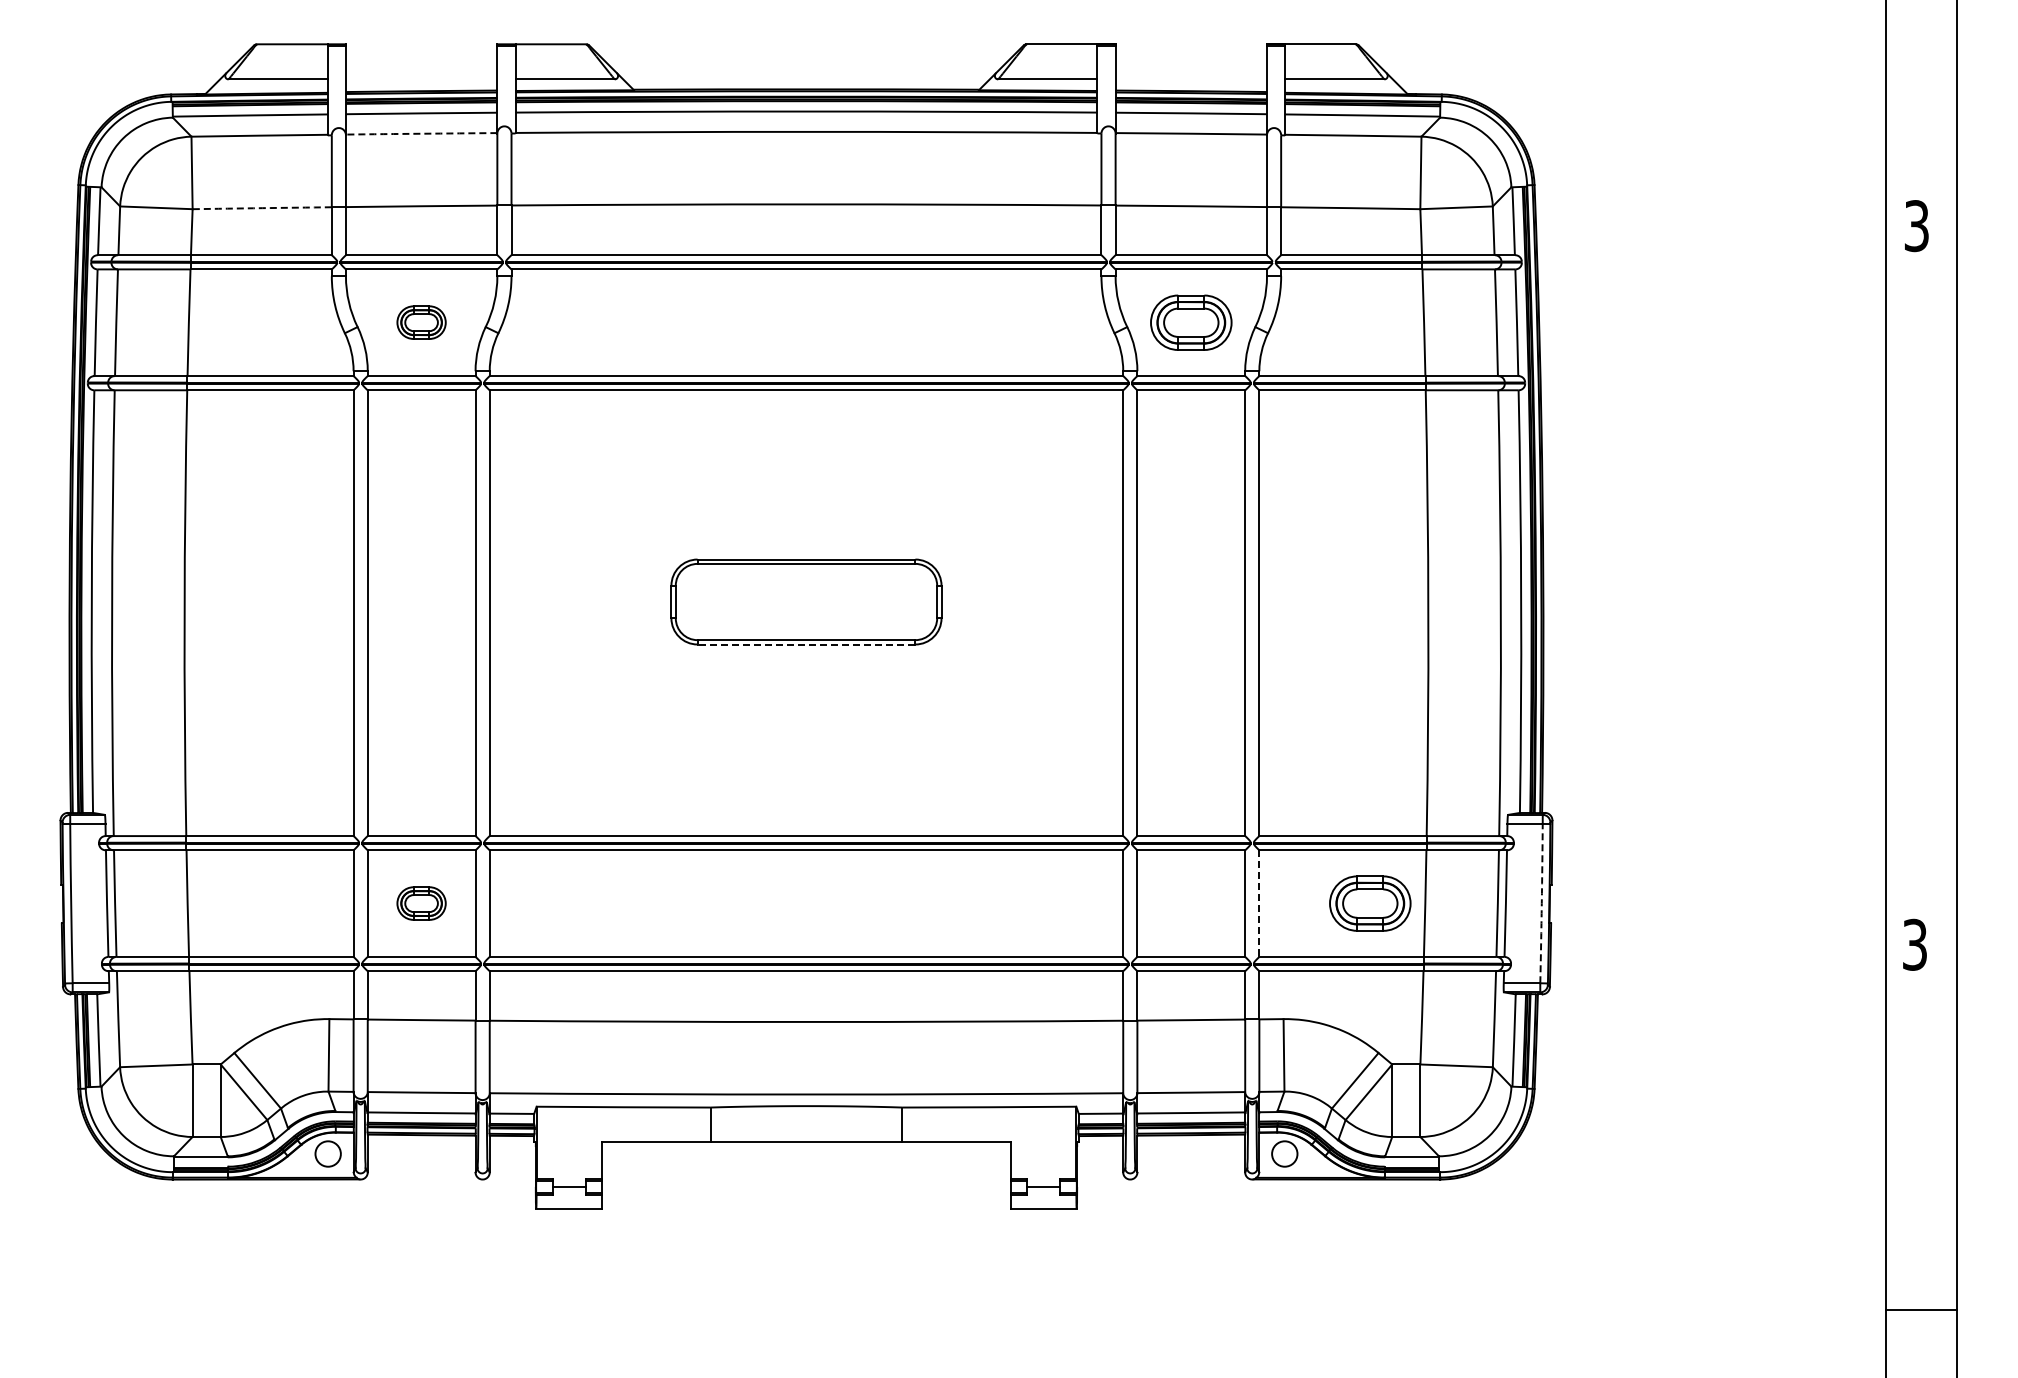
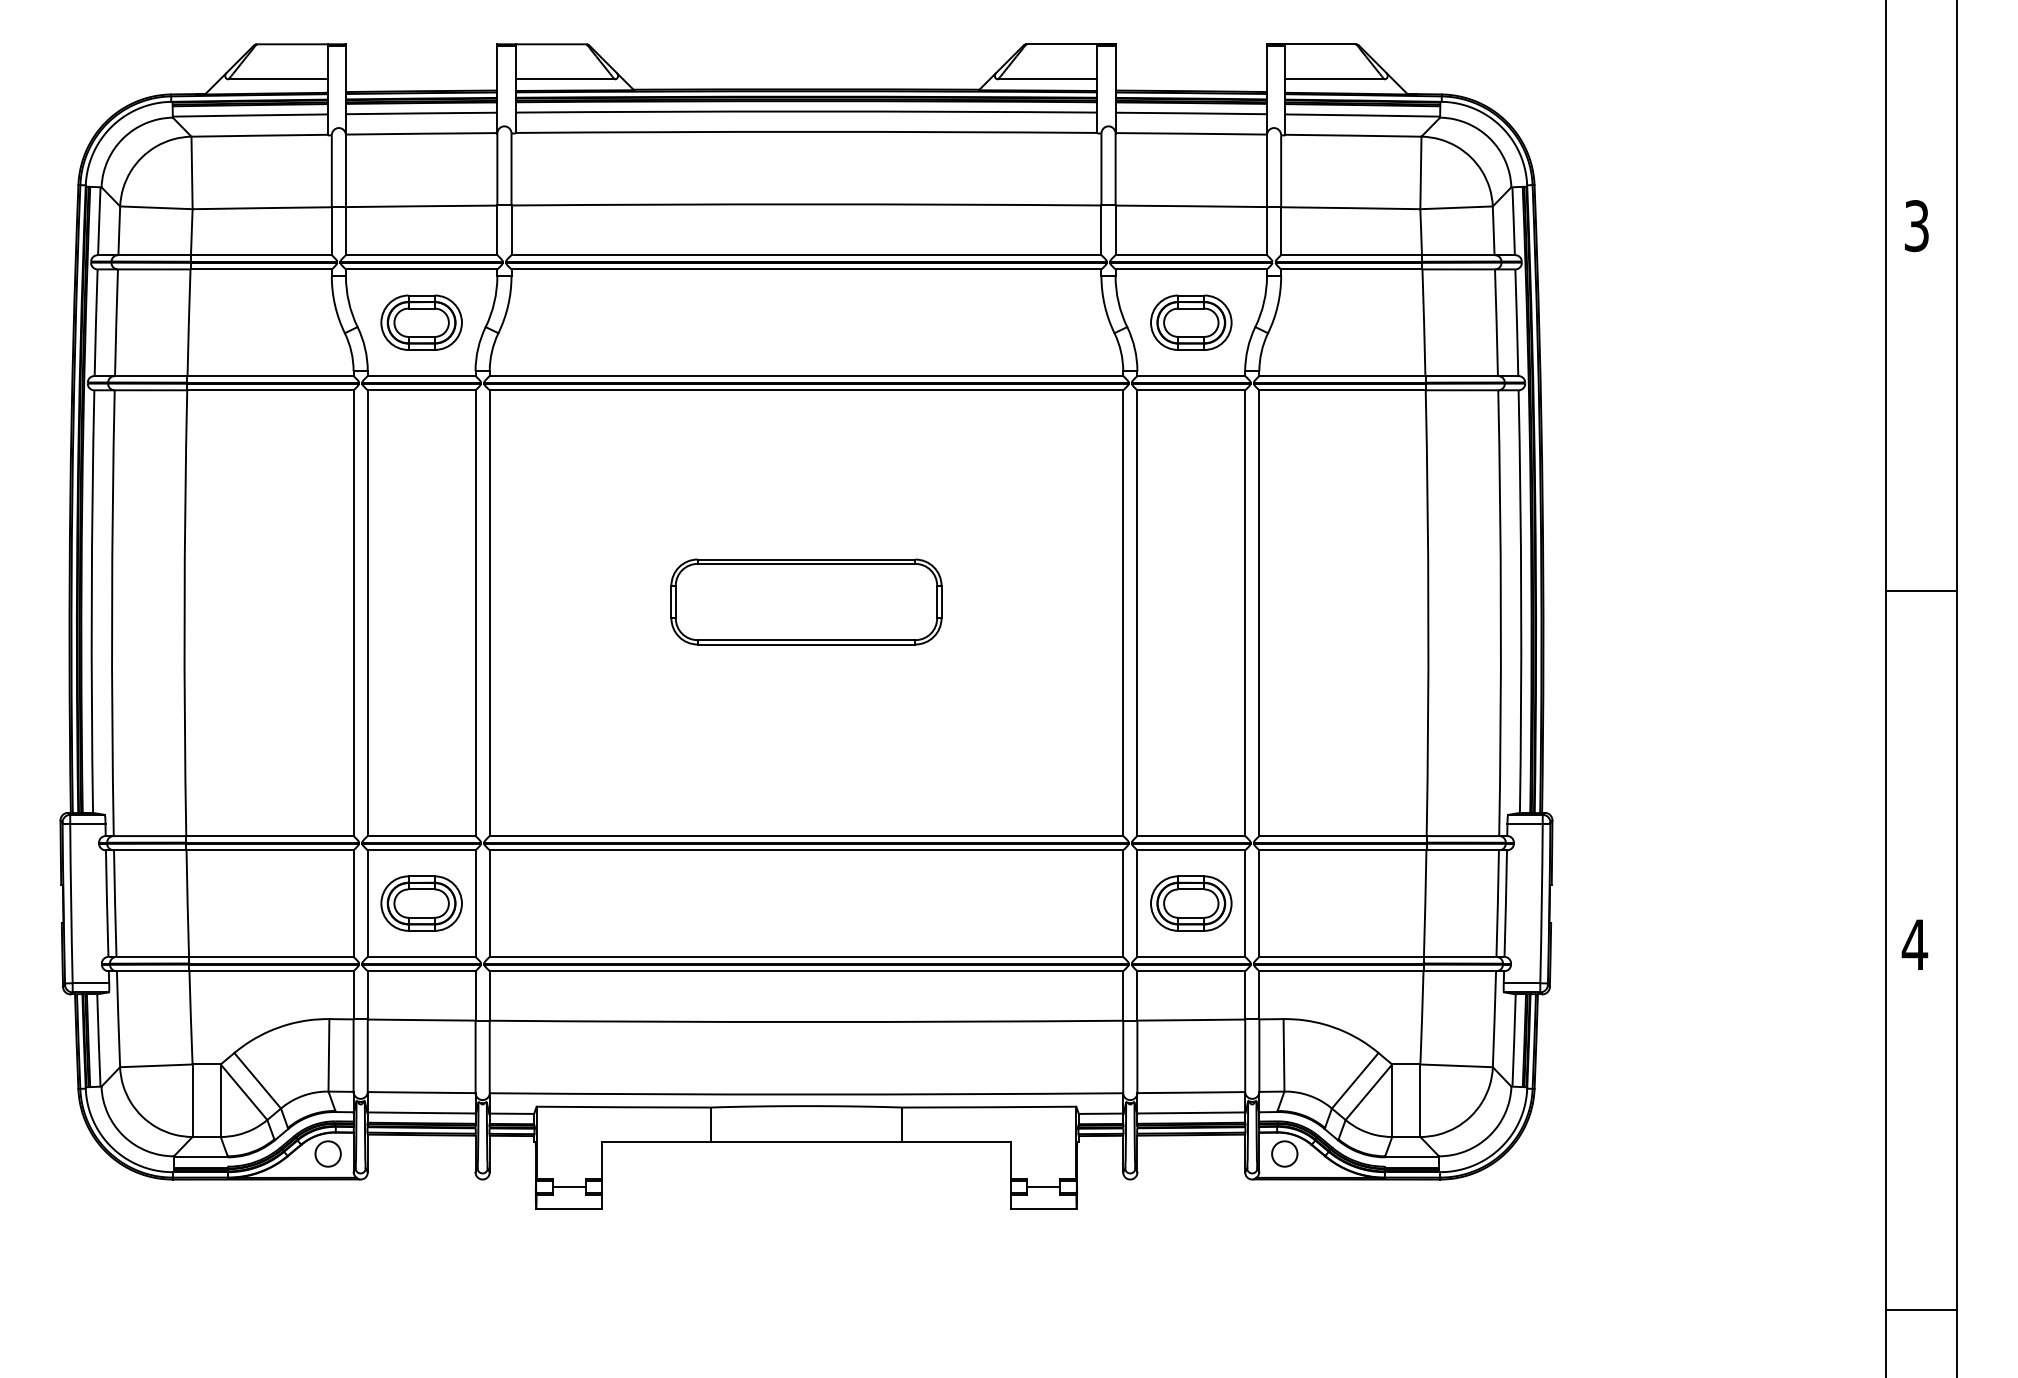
arc at (421, 133): dashed -> solid
arc at (262, 208): dashed -> solid
part at (421, 322) size: 51x35 px -> 83x57 px
line at (1921, 591): none -> present
line at (806, 644): dashed -> solid
part at (421, 903) size: 51x35 px -> 83x57 px
part at (1370, 903) position: (1370, 903) -> (1191, 903)
arc at (1541, 903): dashed -> solid
line at (1259, 904): dashed -> solid
text at (1914, 944): 3 -> 4
